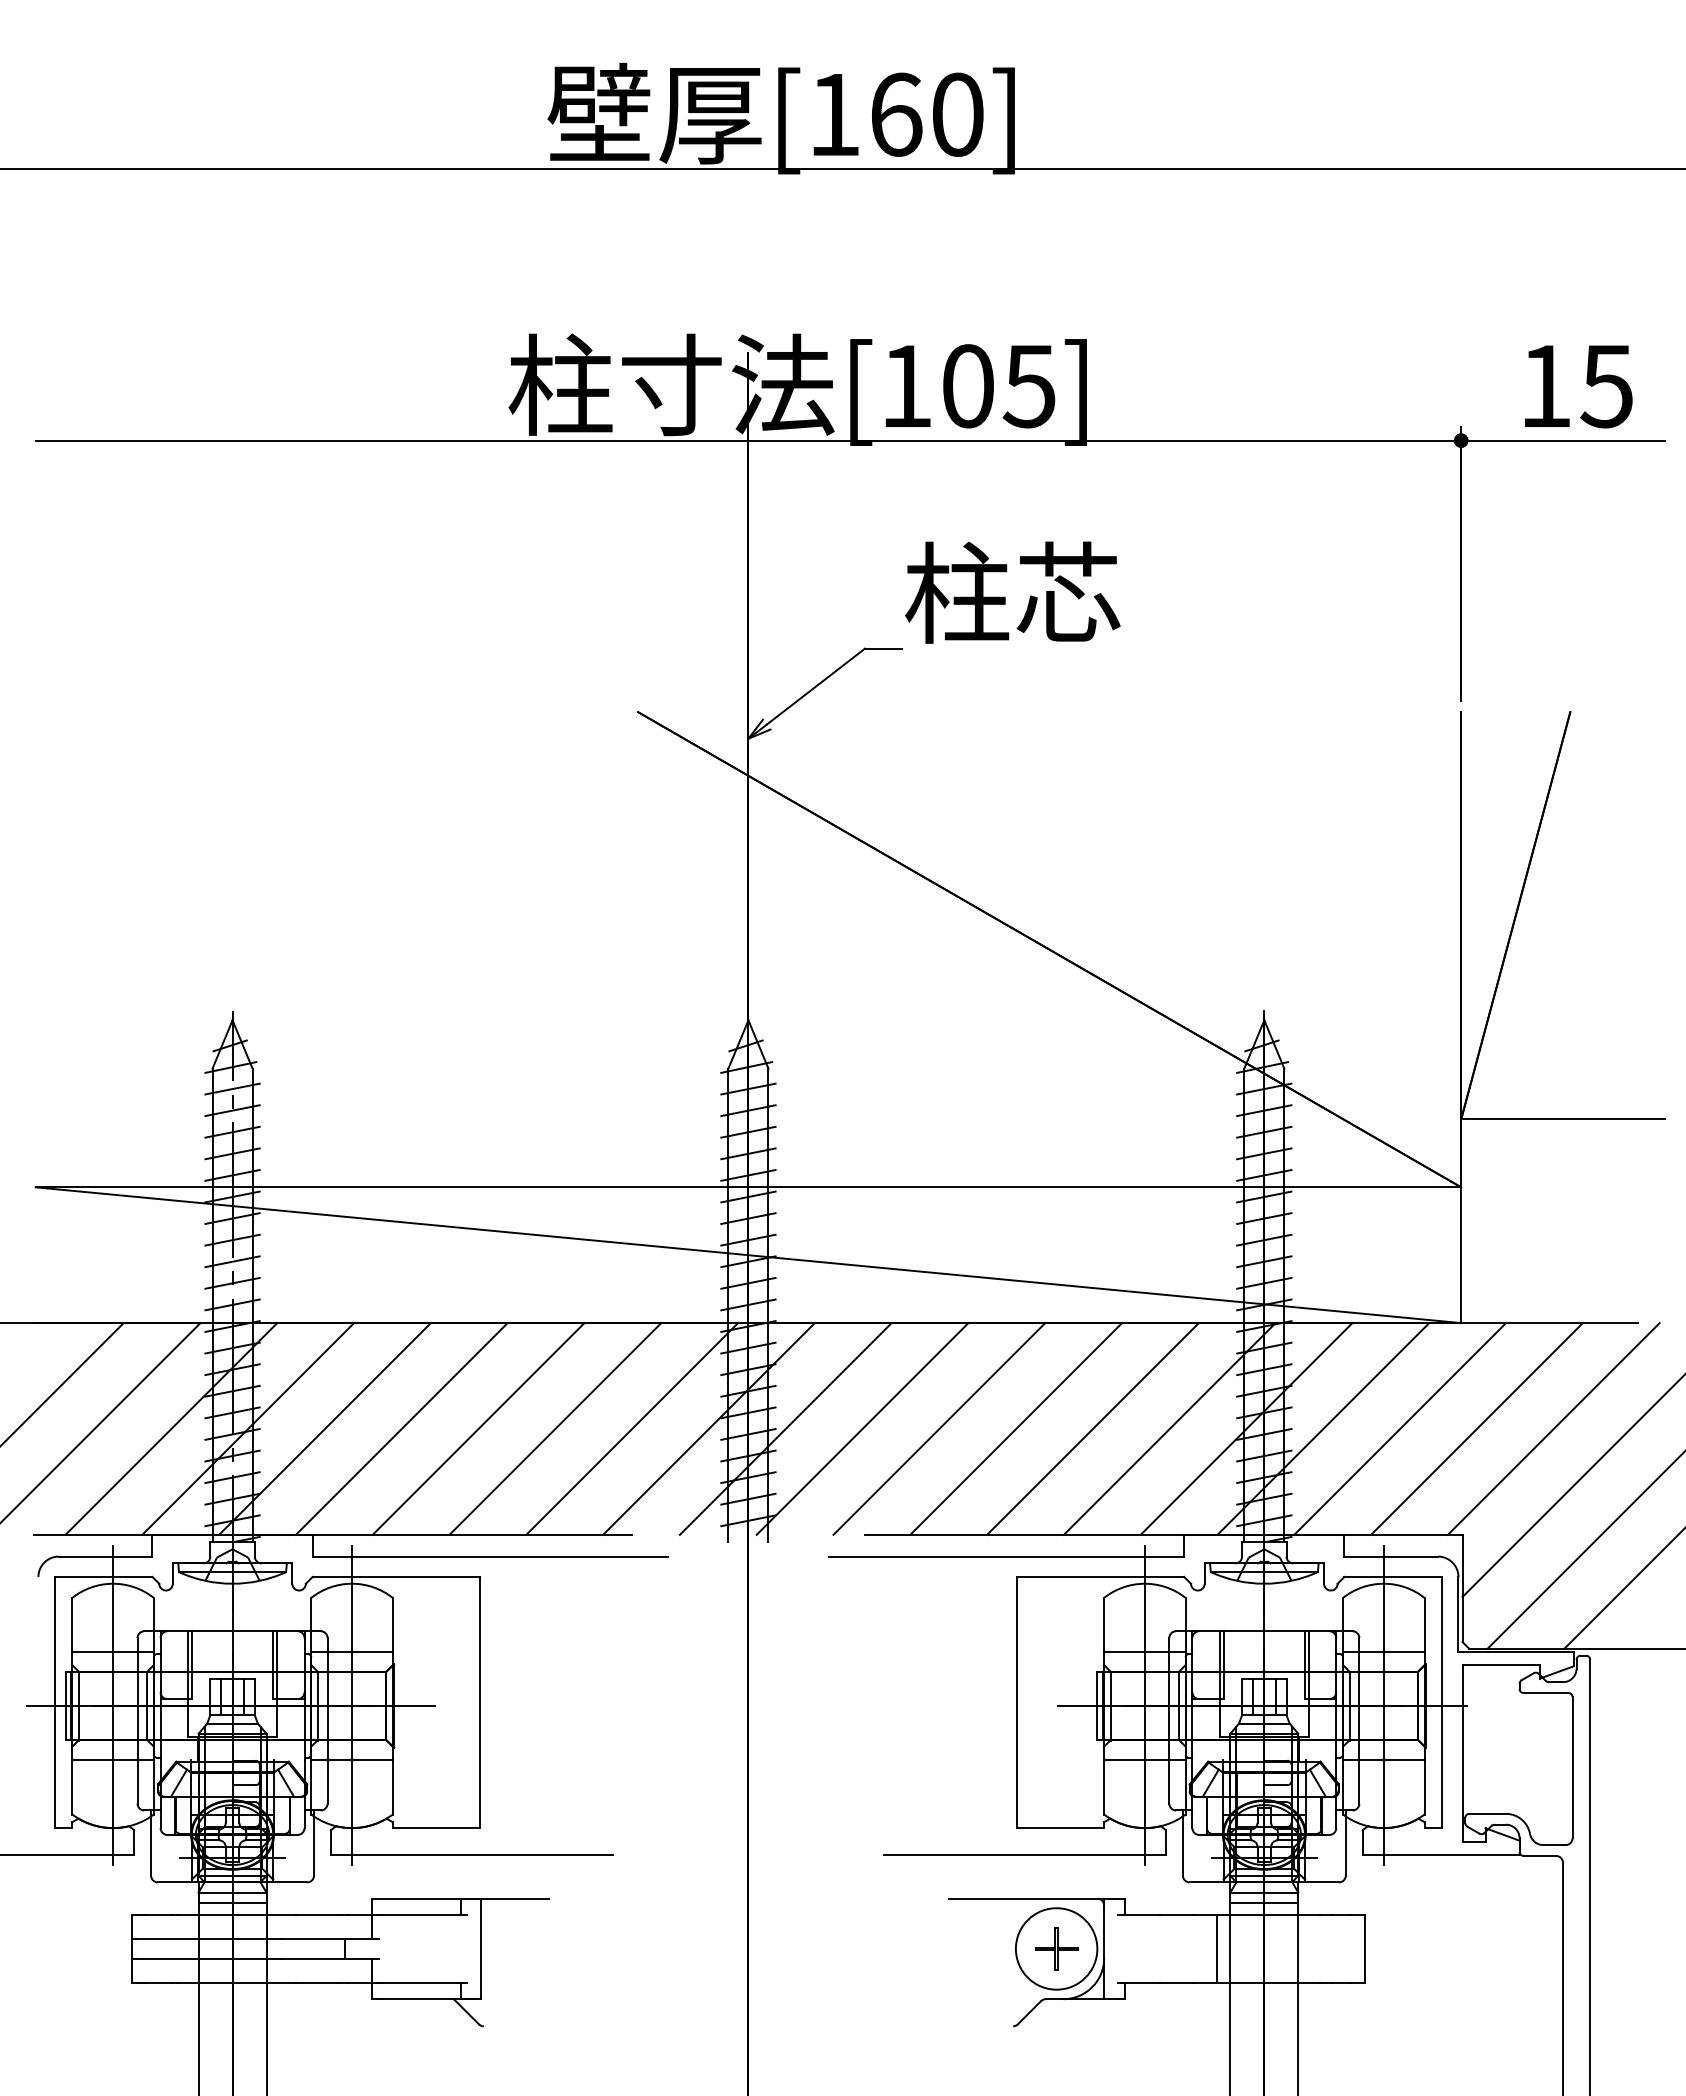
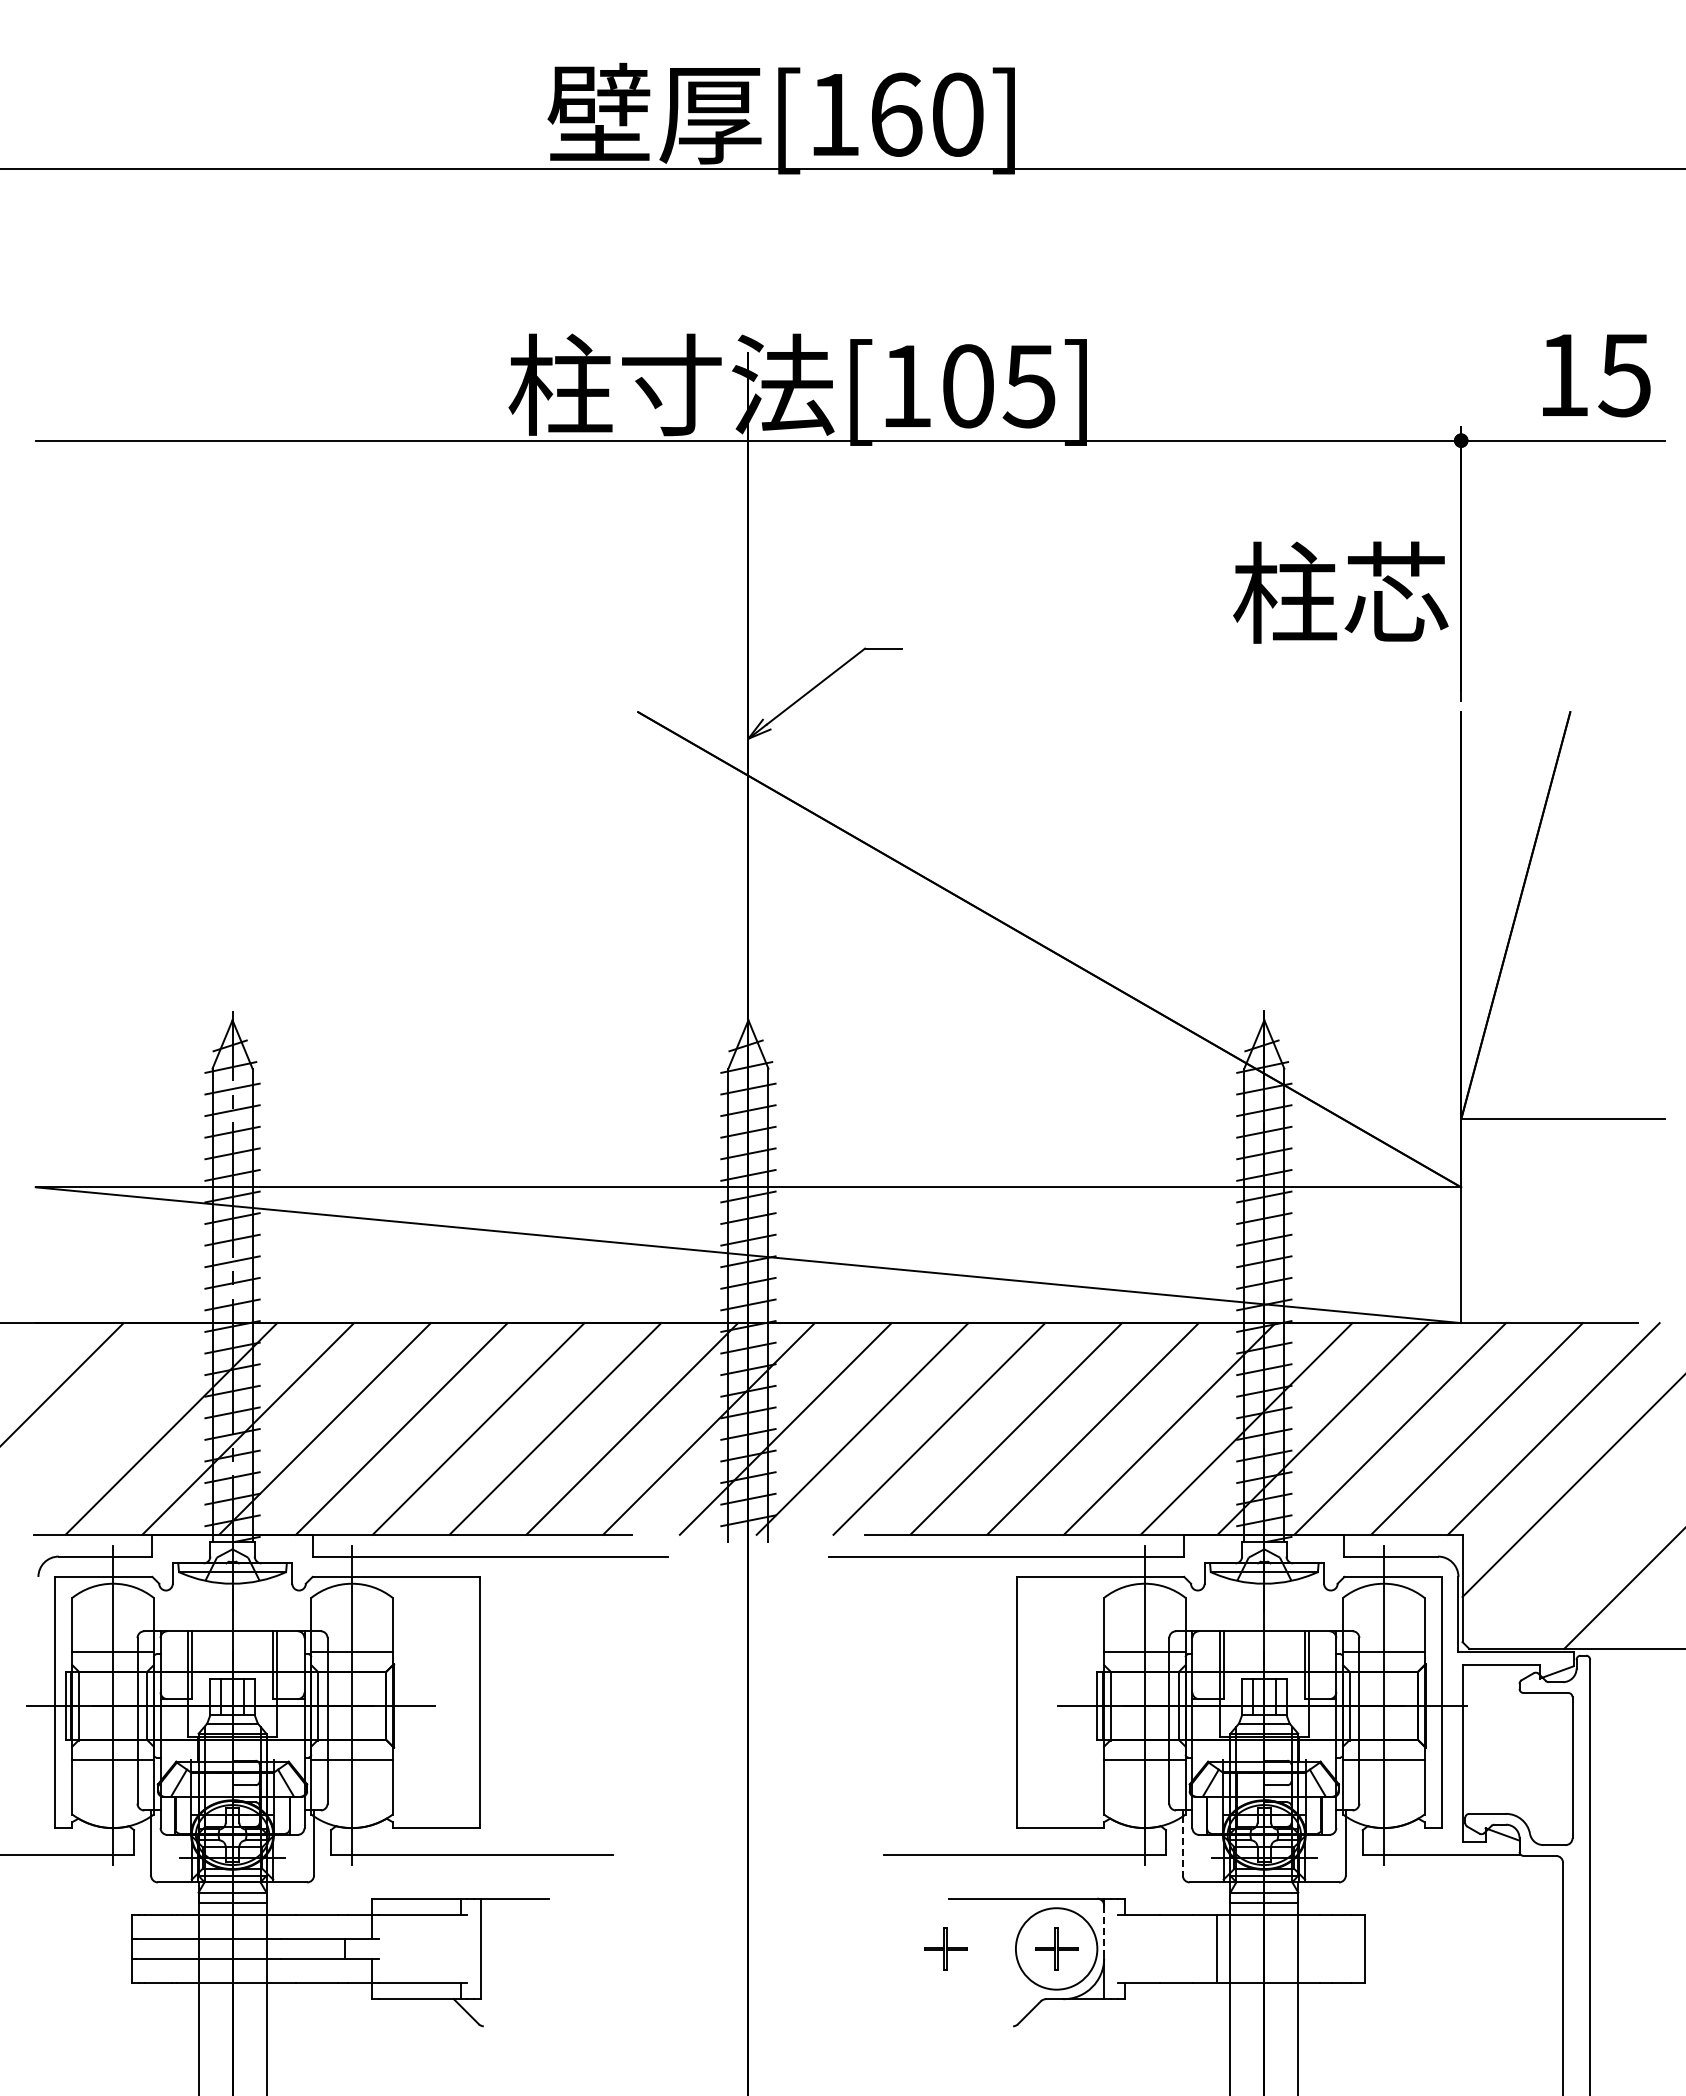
text at (1578, 386) position: (1578, 386) -> (1596, 375)
text at (1012, 592) position: (1012, 592) -> (1340, 592)
line at (101, 1422): present -> none
line at (1584, 1550): present -> none
line at (1182, 1846): solid -> dashed
line at (1104, 1932): solid -> dashed
part at (945, 1948): none -> present
